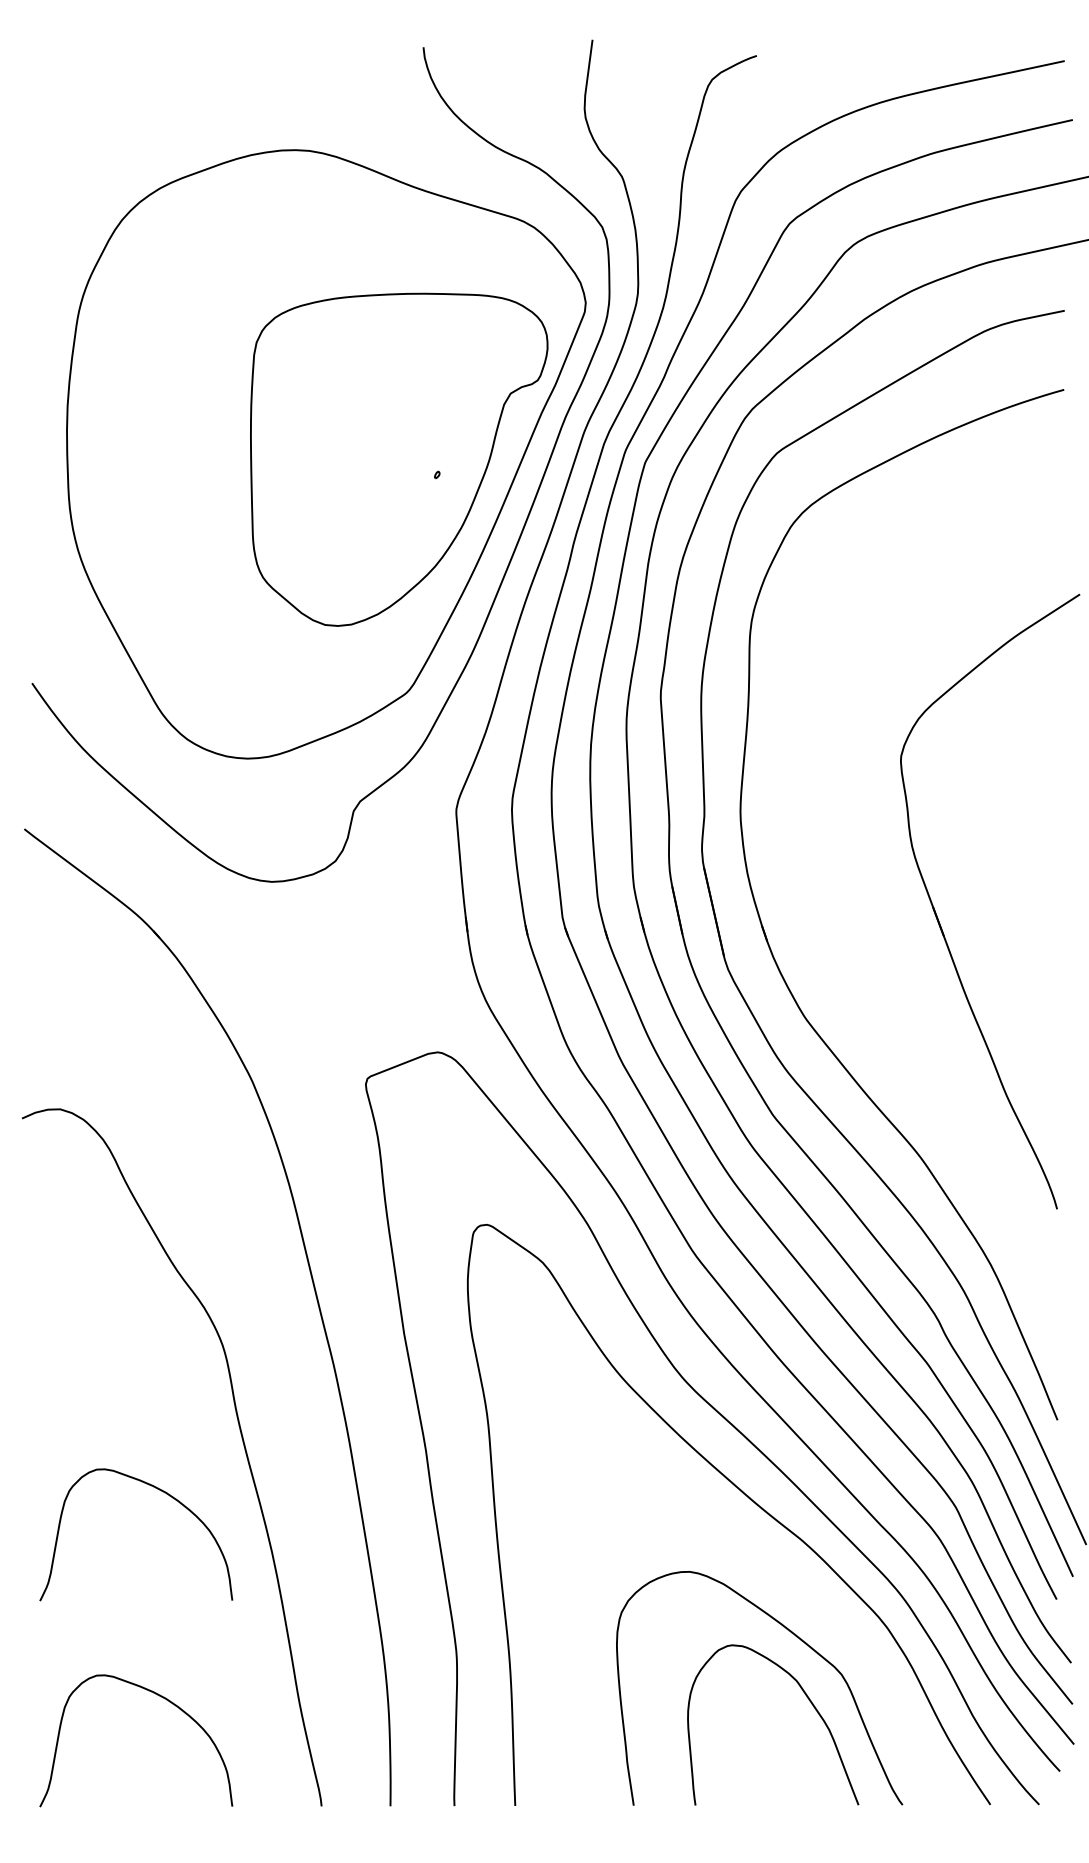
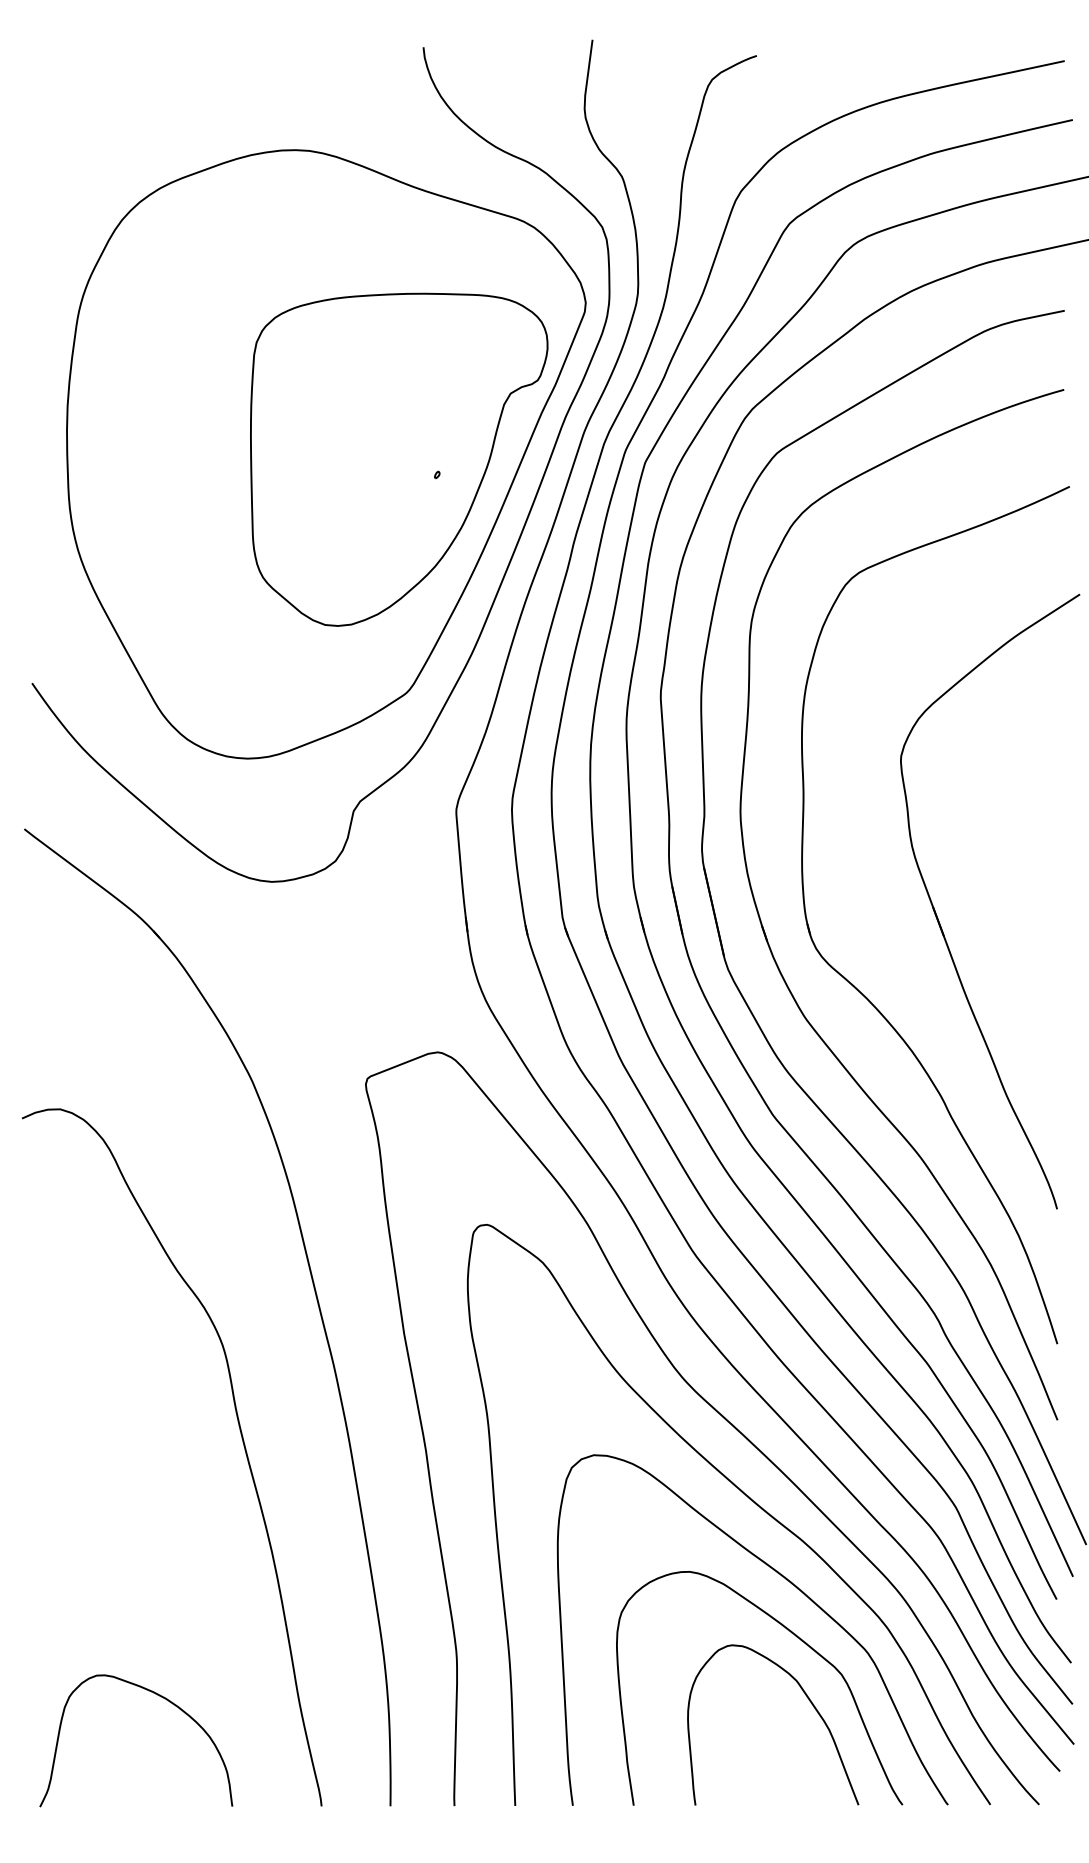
part at (865, 995): none -> present
curve at (159, 1490): present -> none
curve at (791, 1584): none -> present
